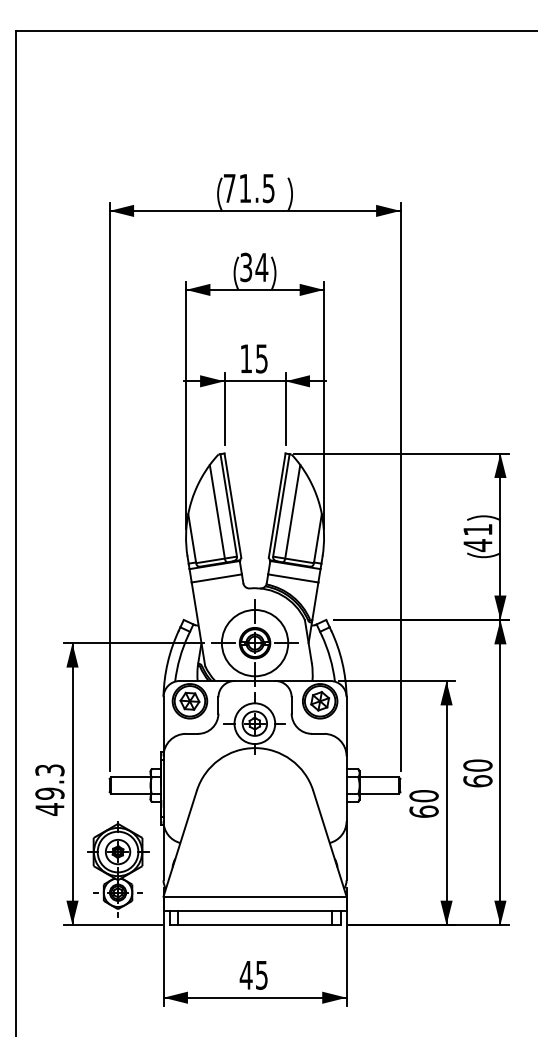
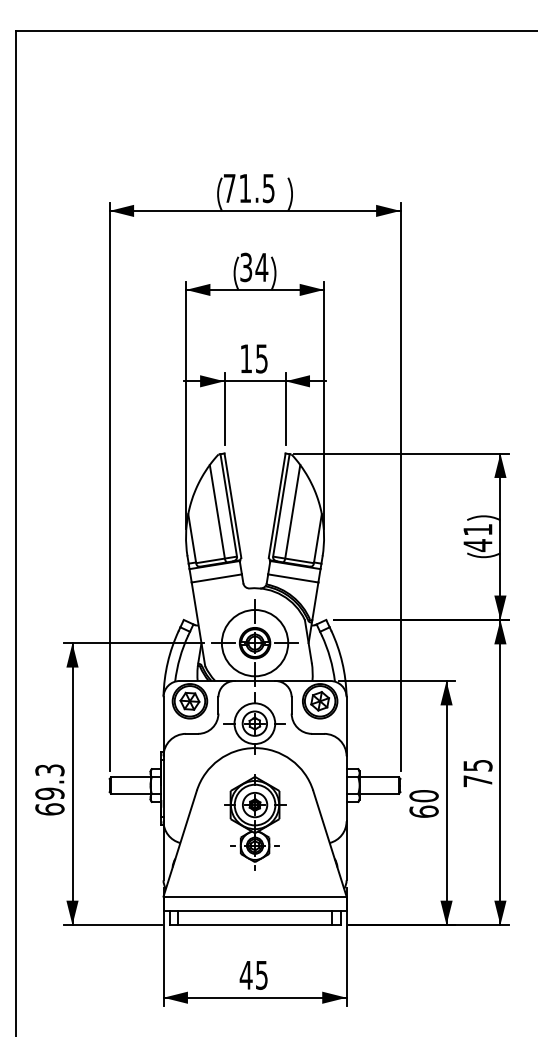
text at (477, 773): 60 -> 75
text at (49, 809): 49.3 -> 69.3
part at (118, 869) position: (118, 869) -> (255, 822)
